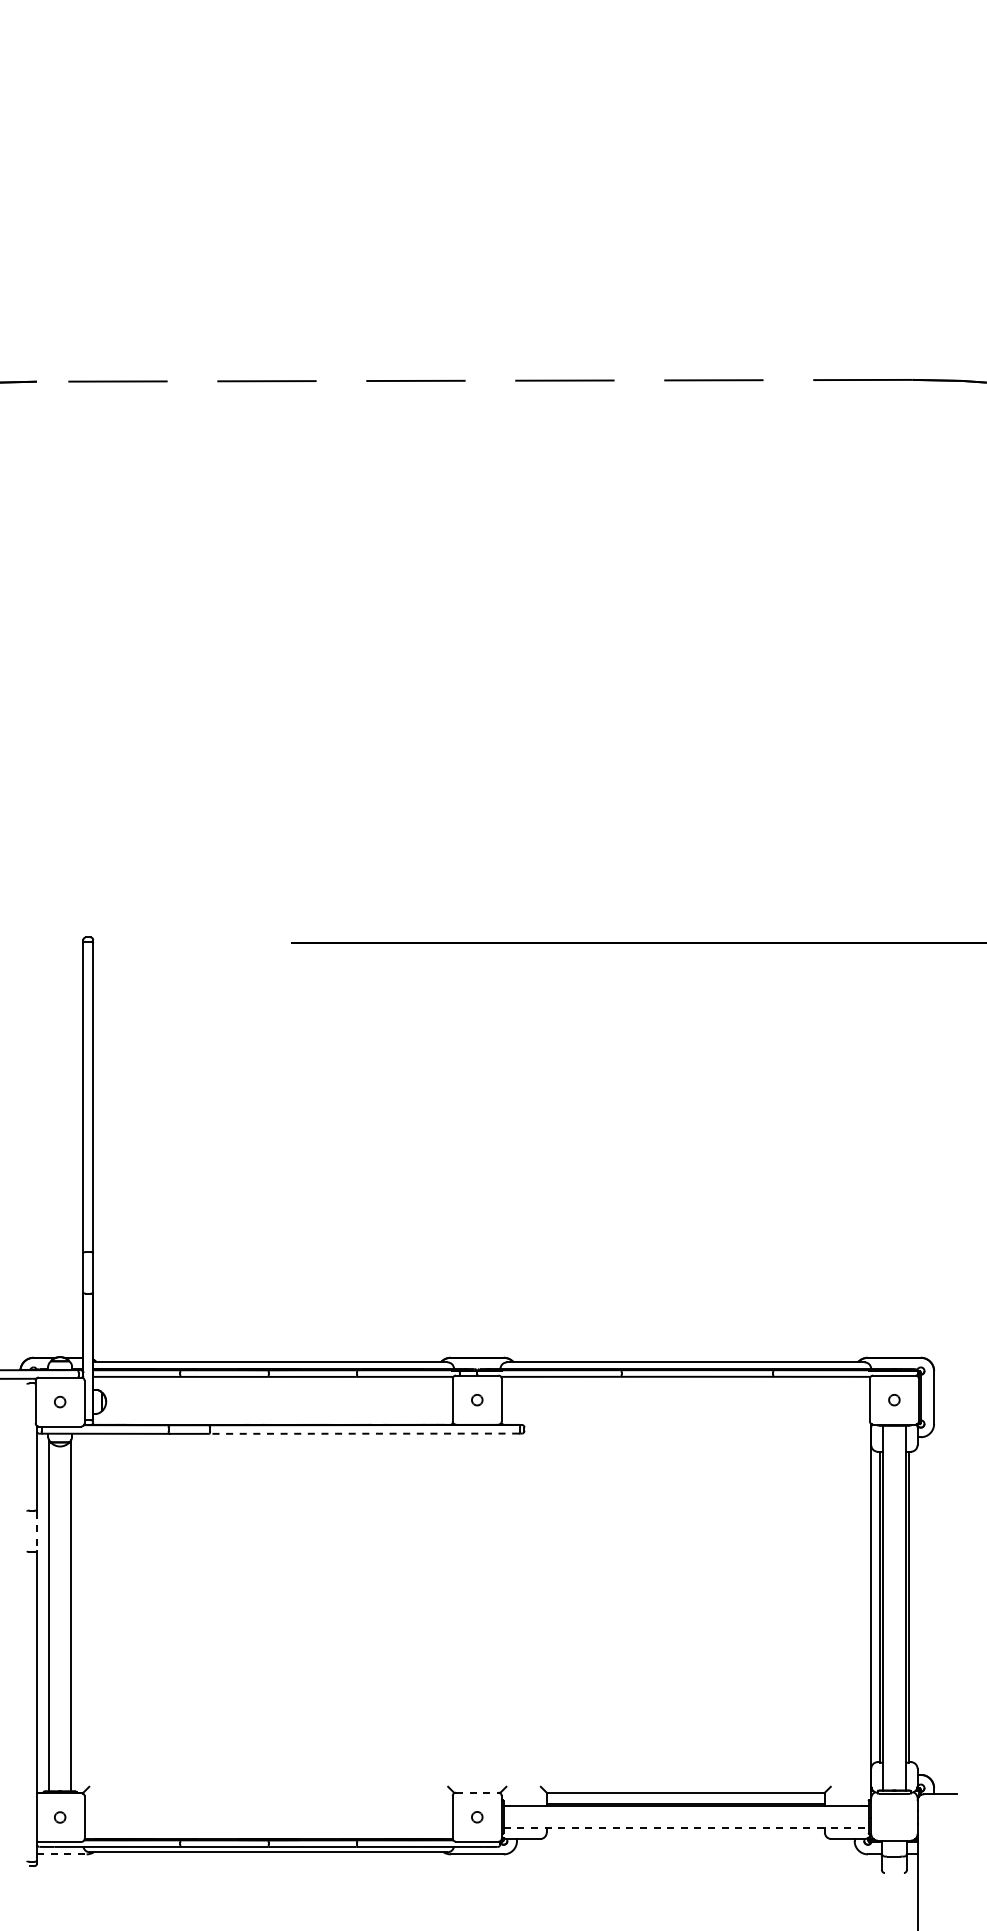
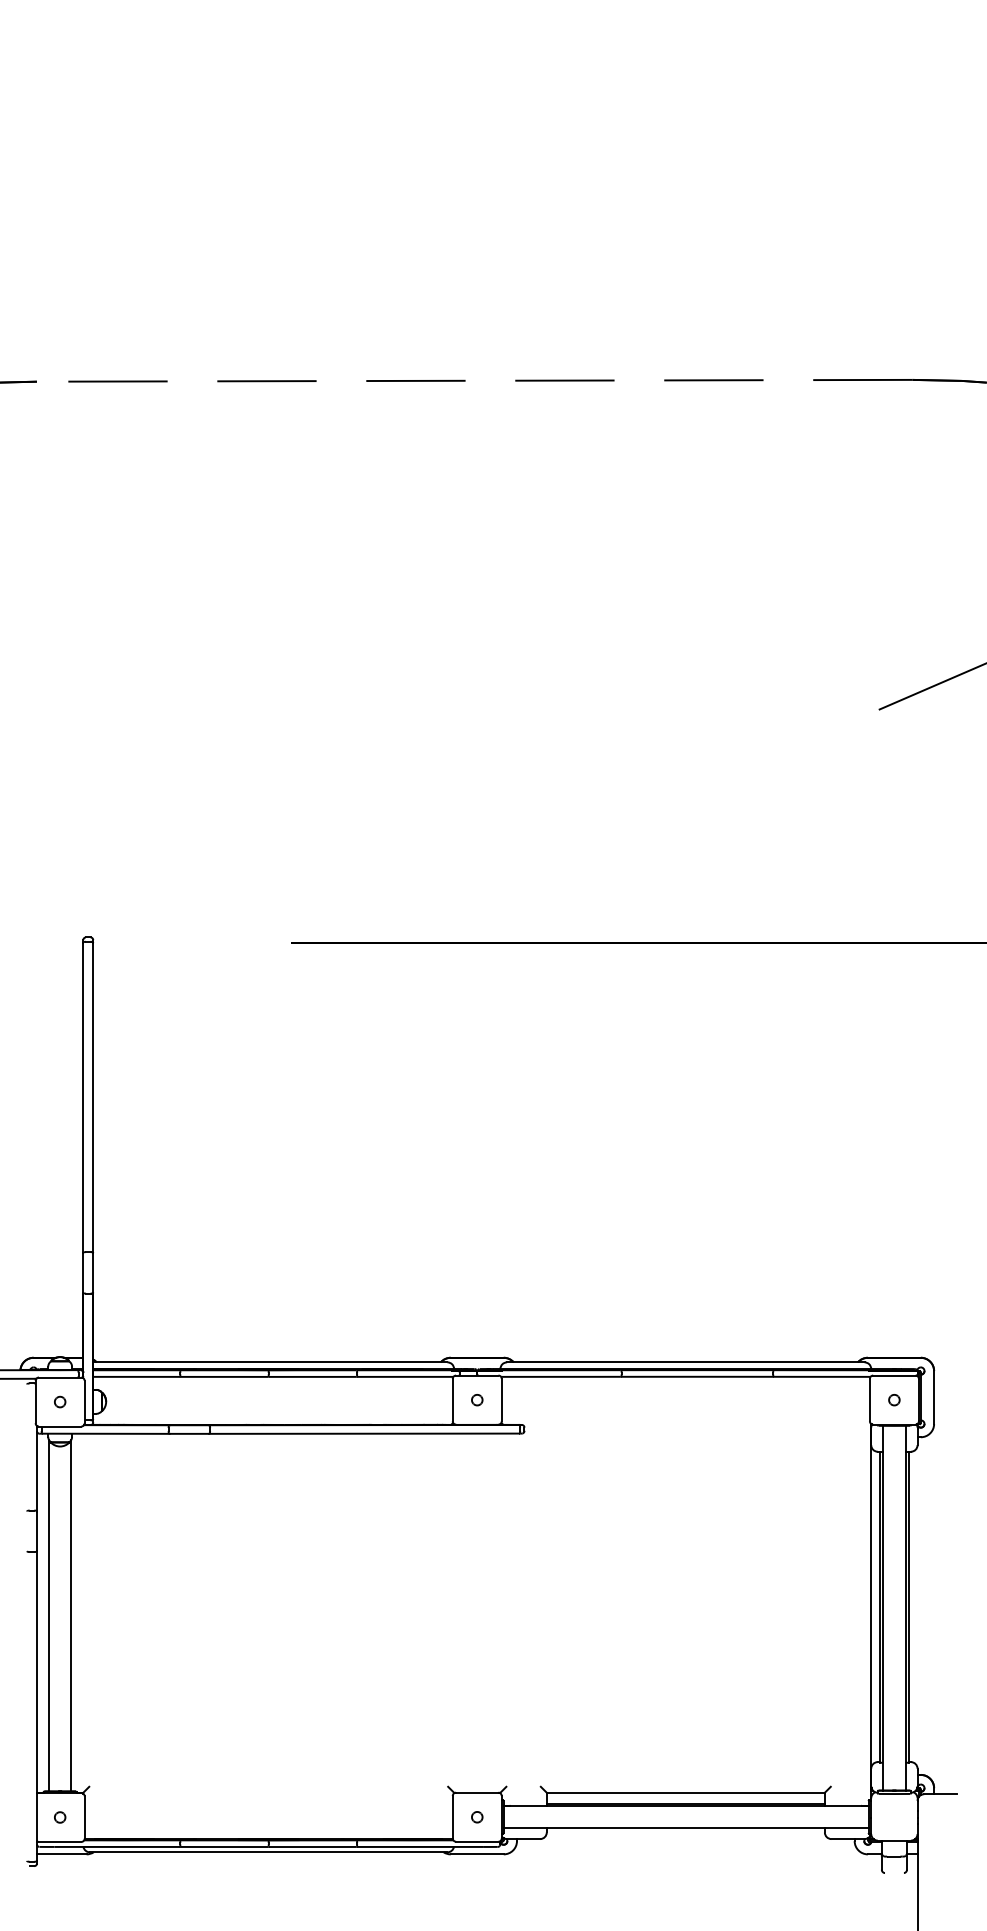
line at (931, 686): none -> present
line at (364, 1433): dashed -> solid
line at (36, 1531): dashed -> solid
line at (477, 1792): dashed -> solid
line at (686, 1828): dashed -> solid
line at (61, 1854): dashed -> solid
